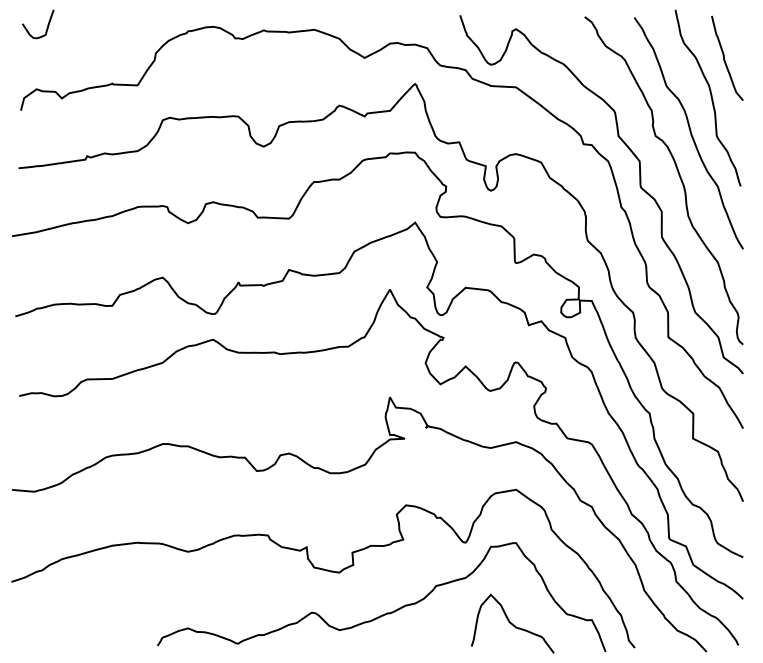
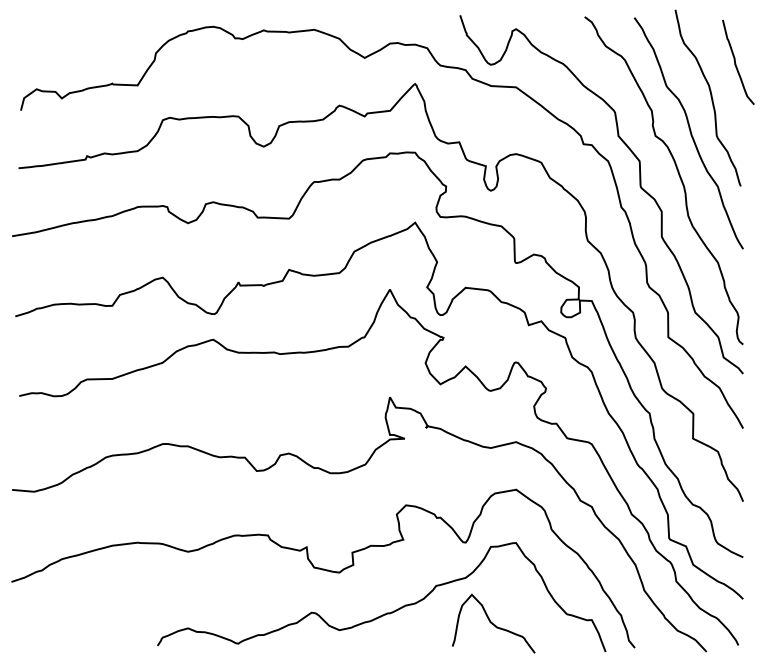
curve at (46, 27): present -> none
curve at (725, 59) position: (725, 59) -> (736, 63)
curve at (512, 623) position: (512, 623) -> (493, 623)
